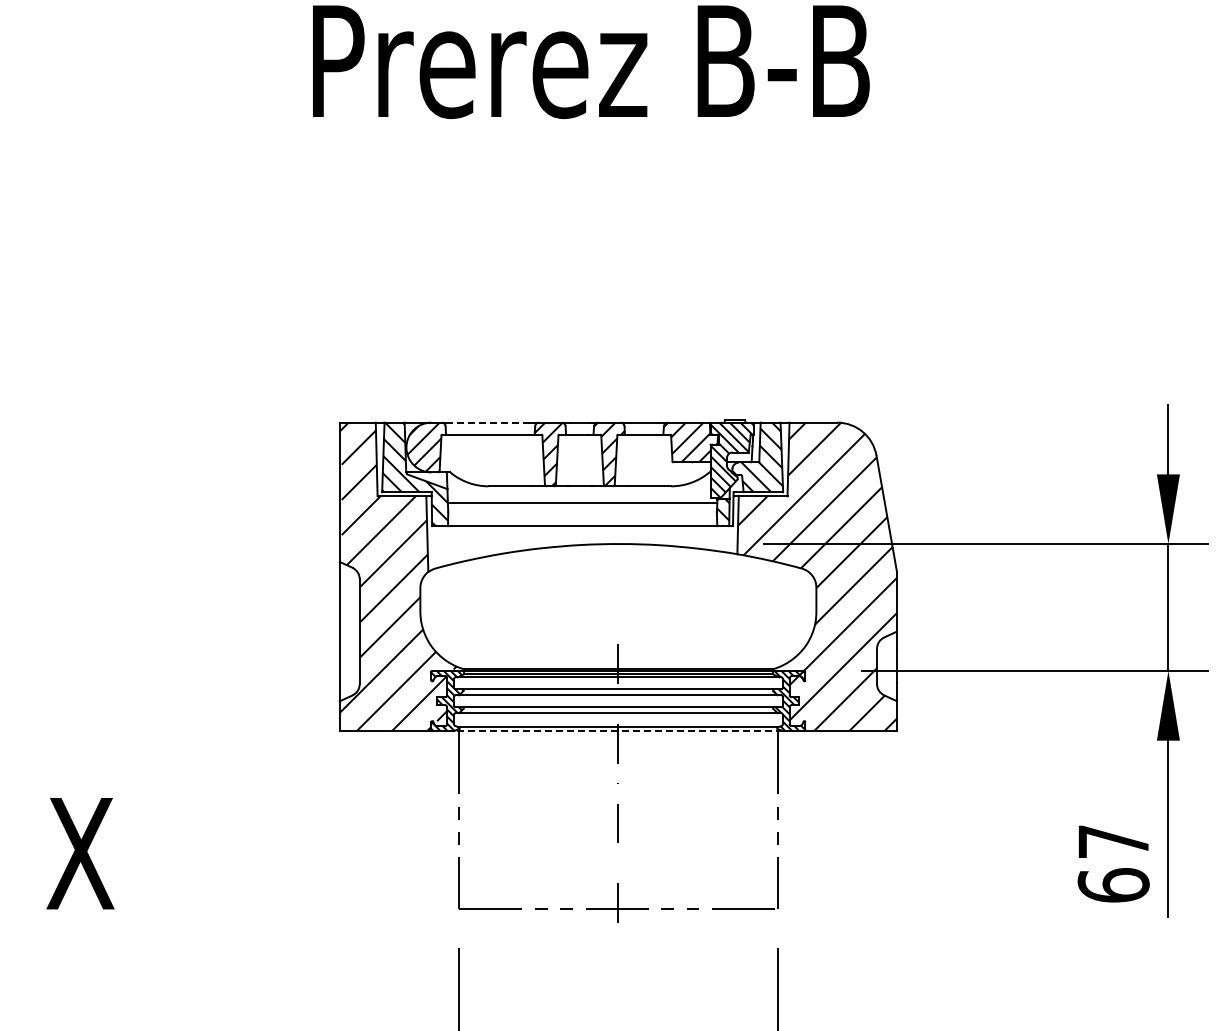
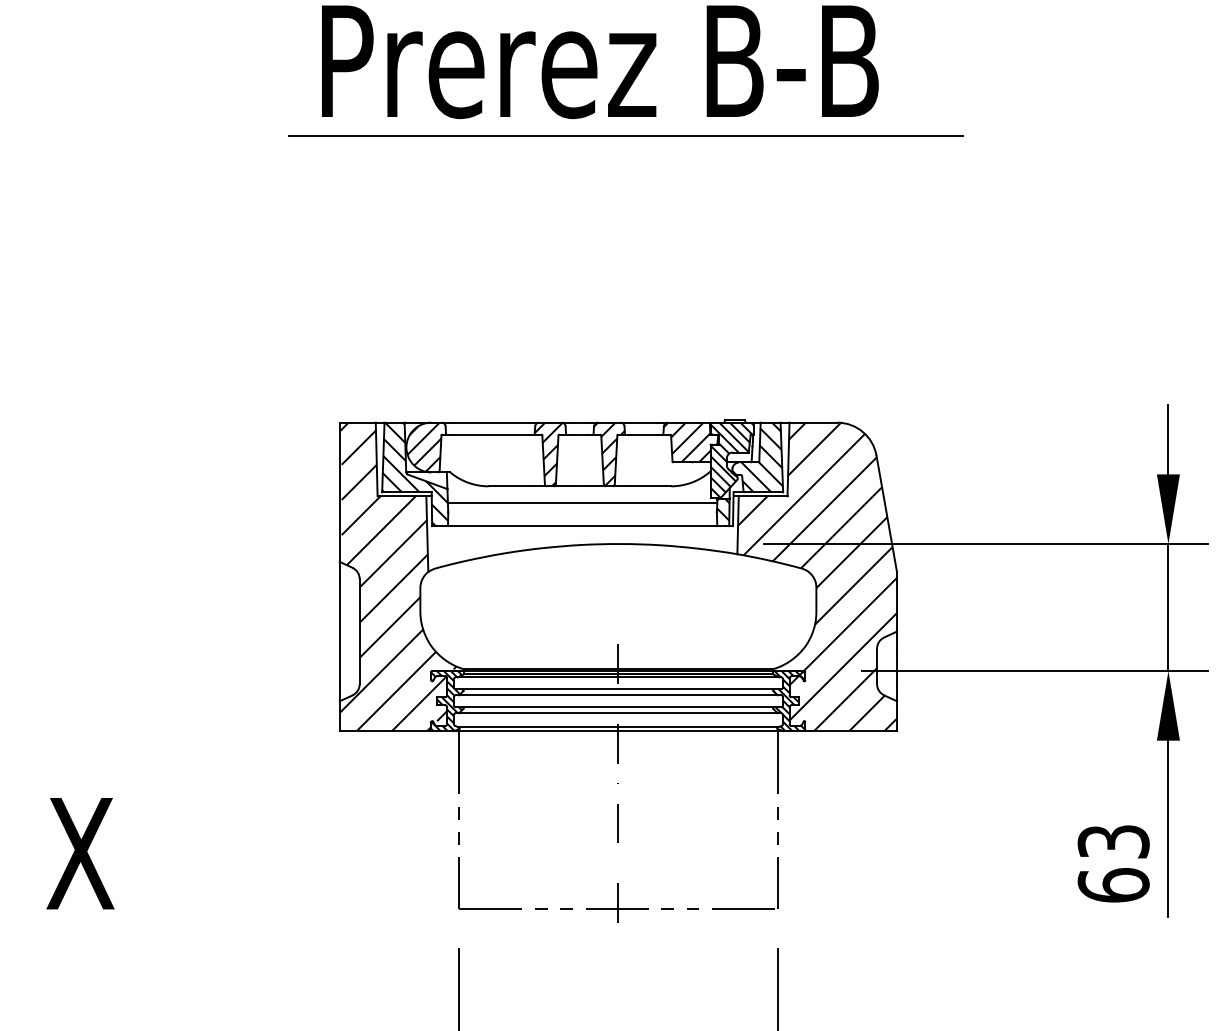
text at (591, 62) position: (591, 62) -> (600, 62)
line at (625, 136): none -> present
line at (489, 422): dashed -> solid
line at (618, 731): dashed -> solid
text at (1113, 841): 67 -> 63
